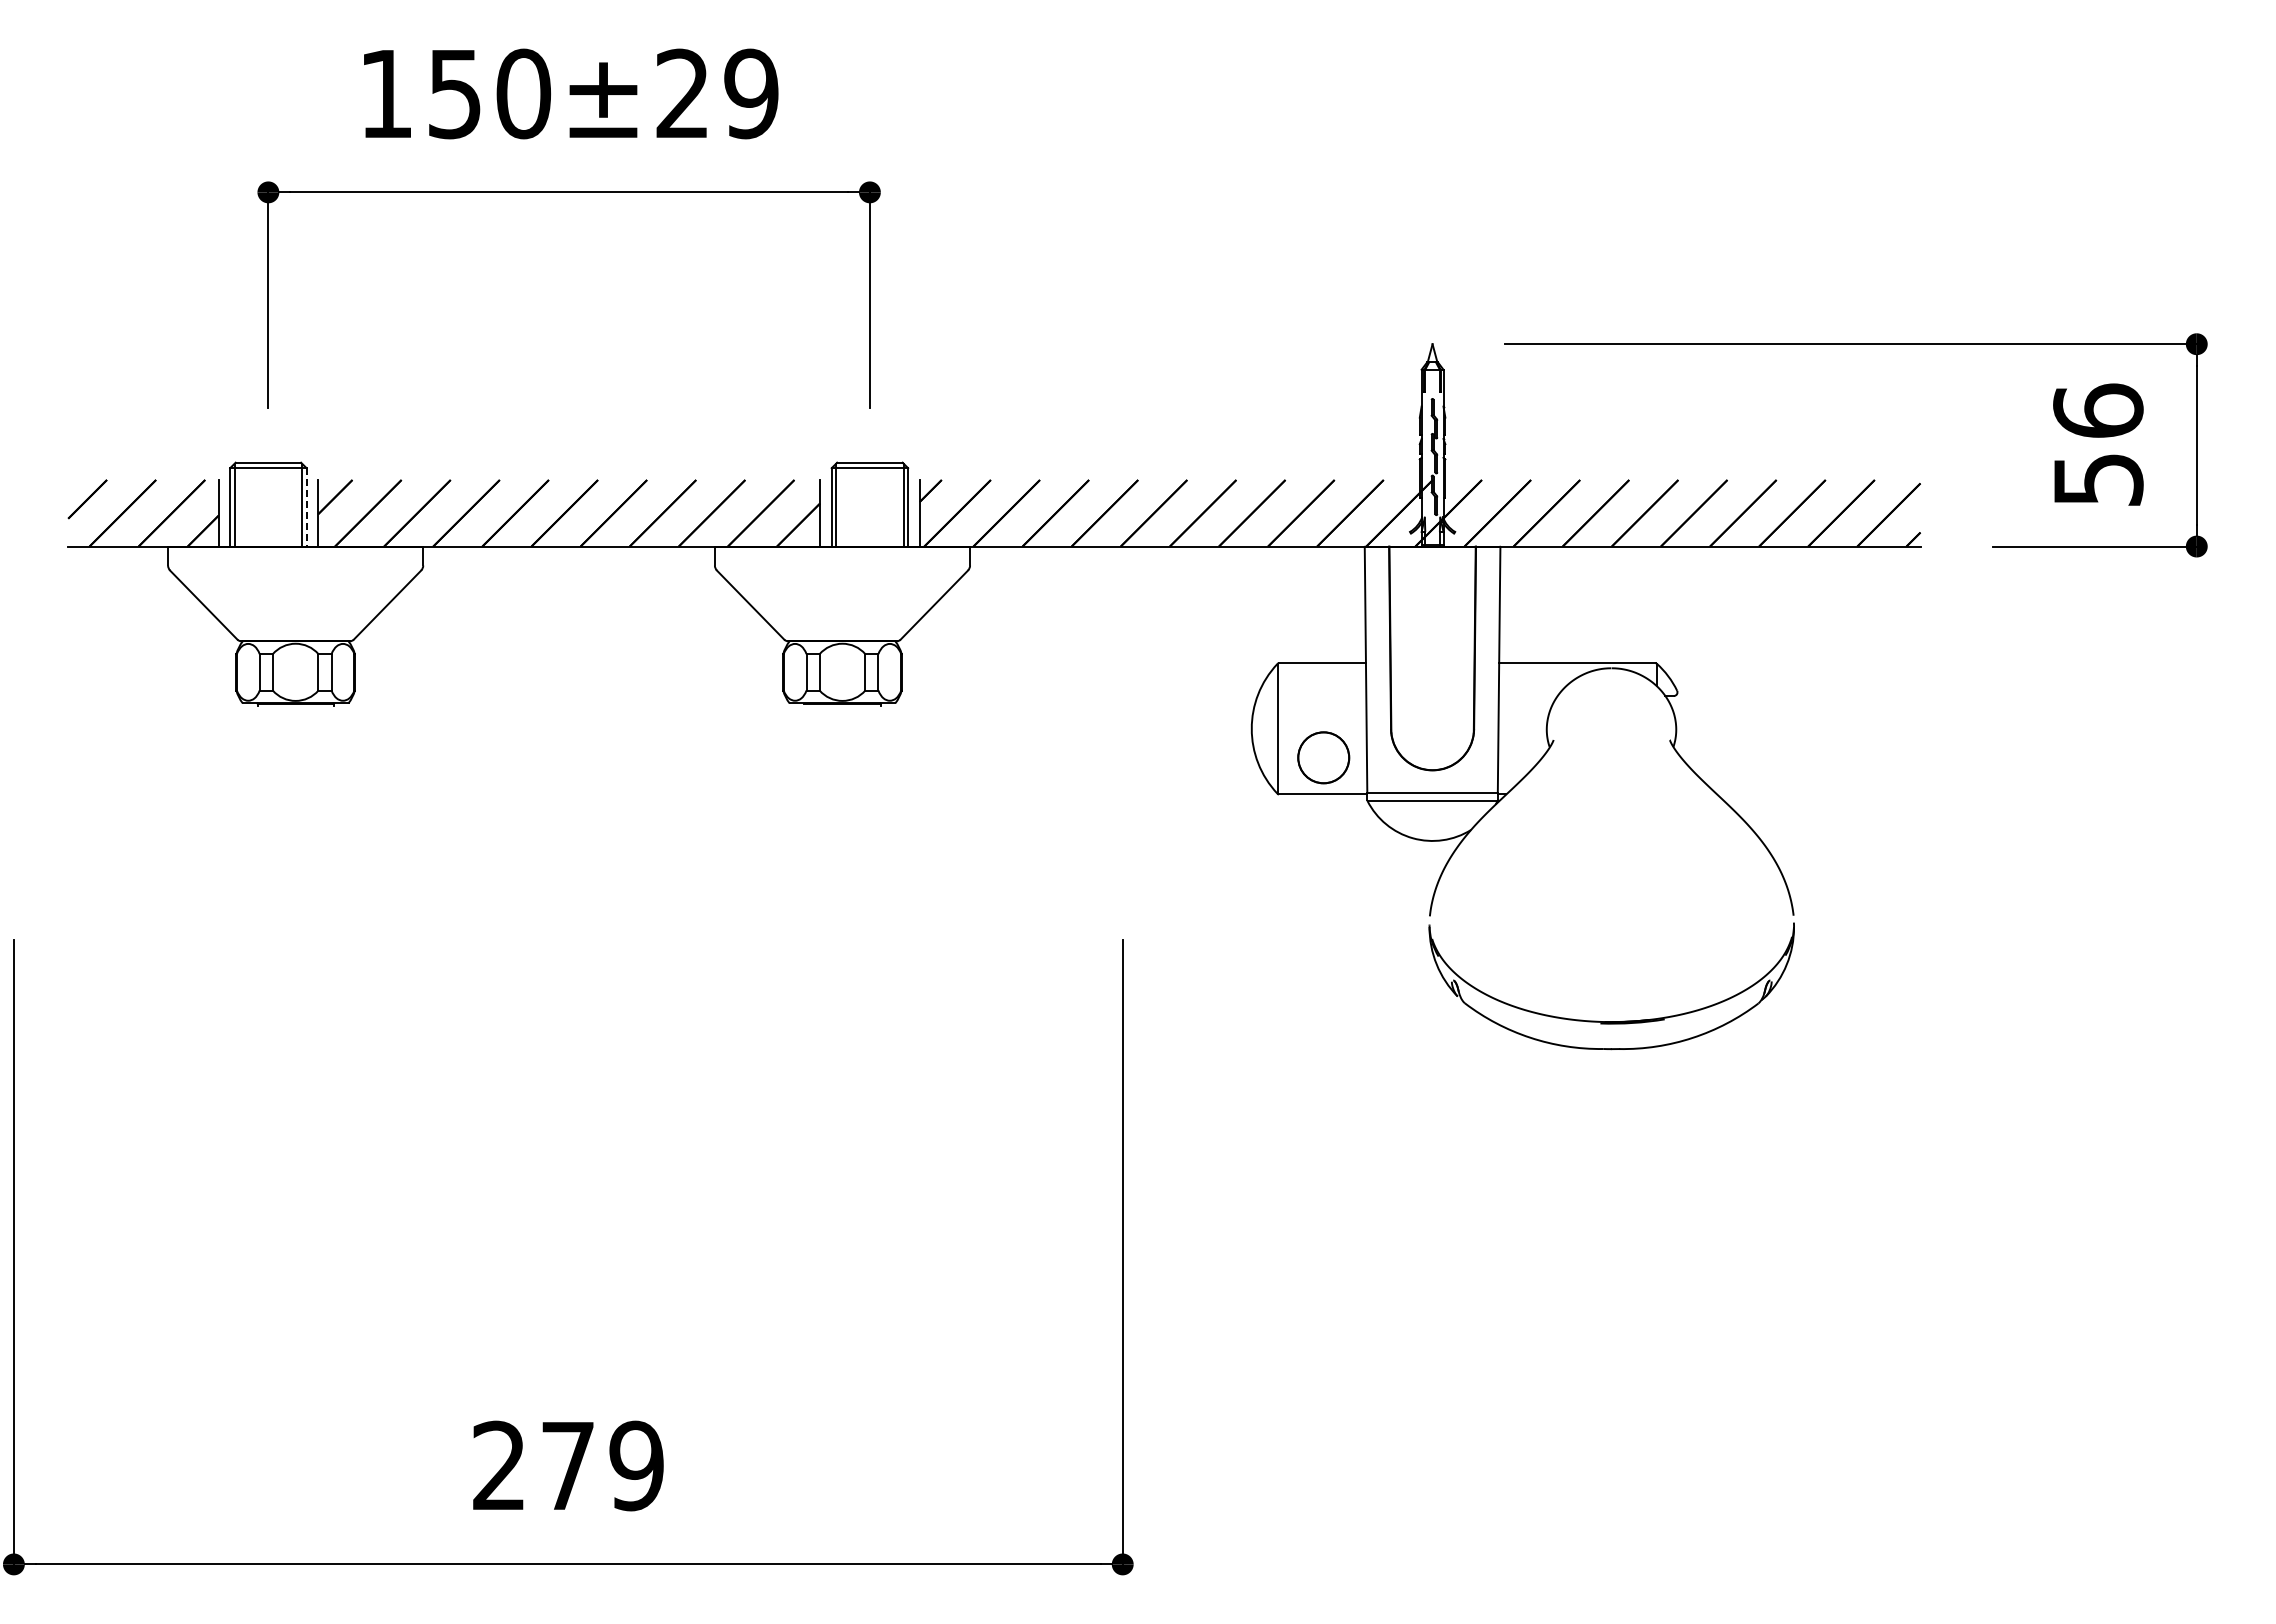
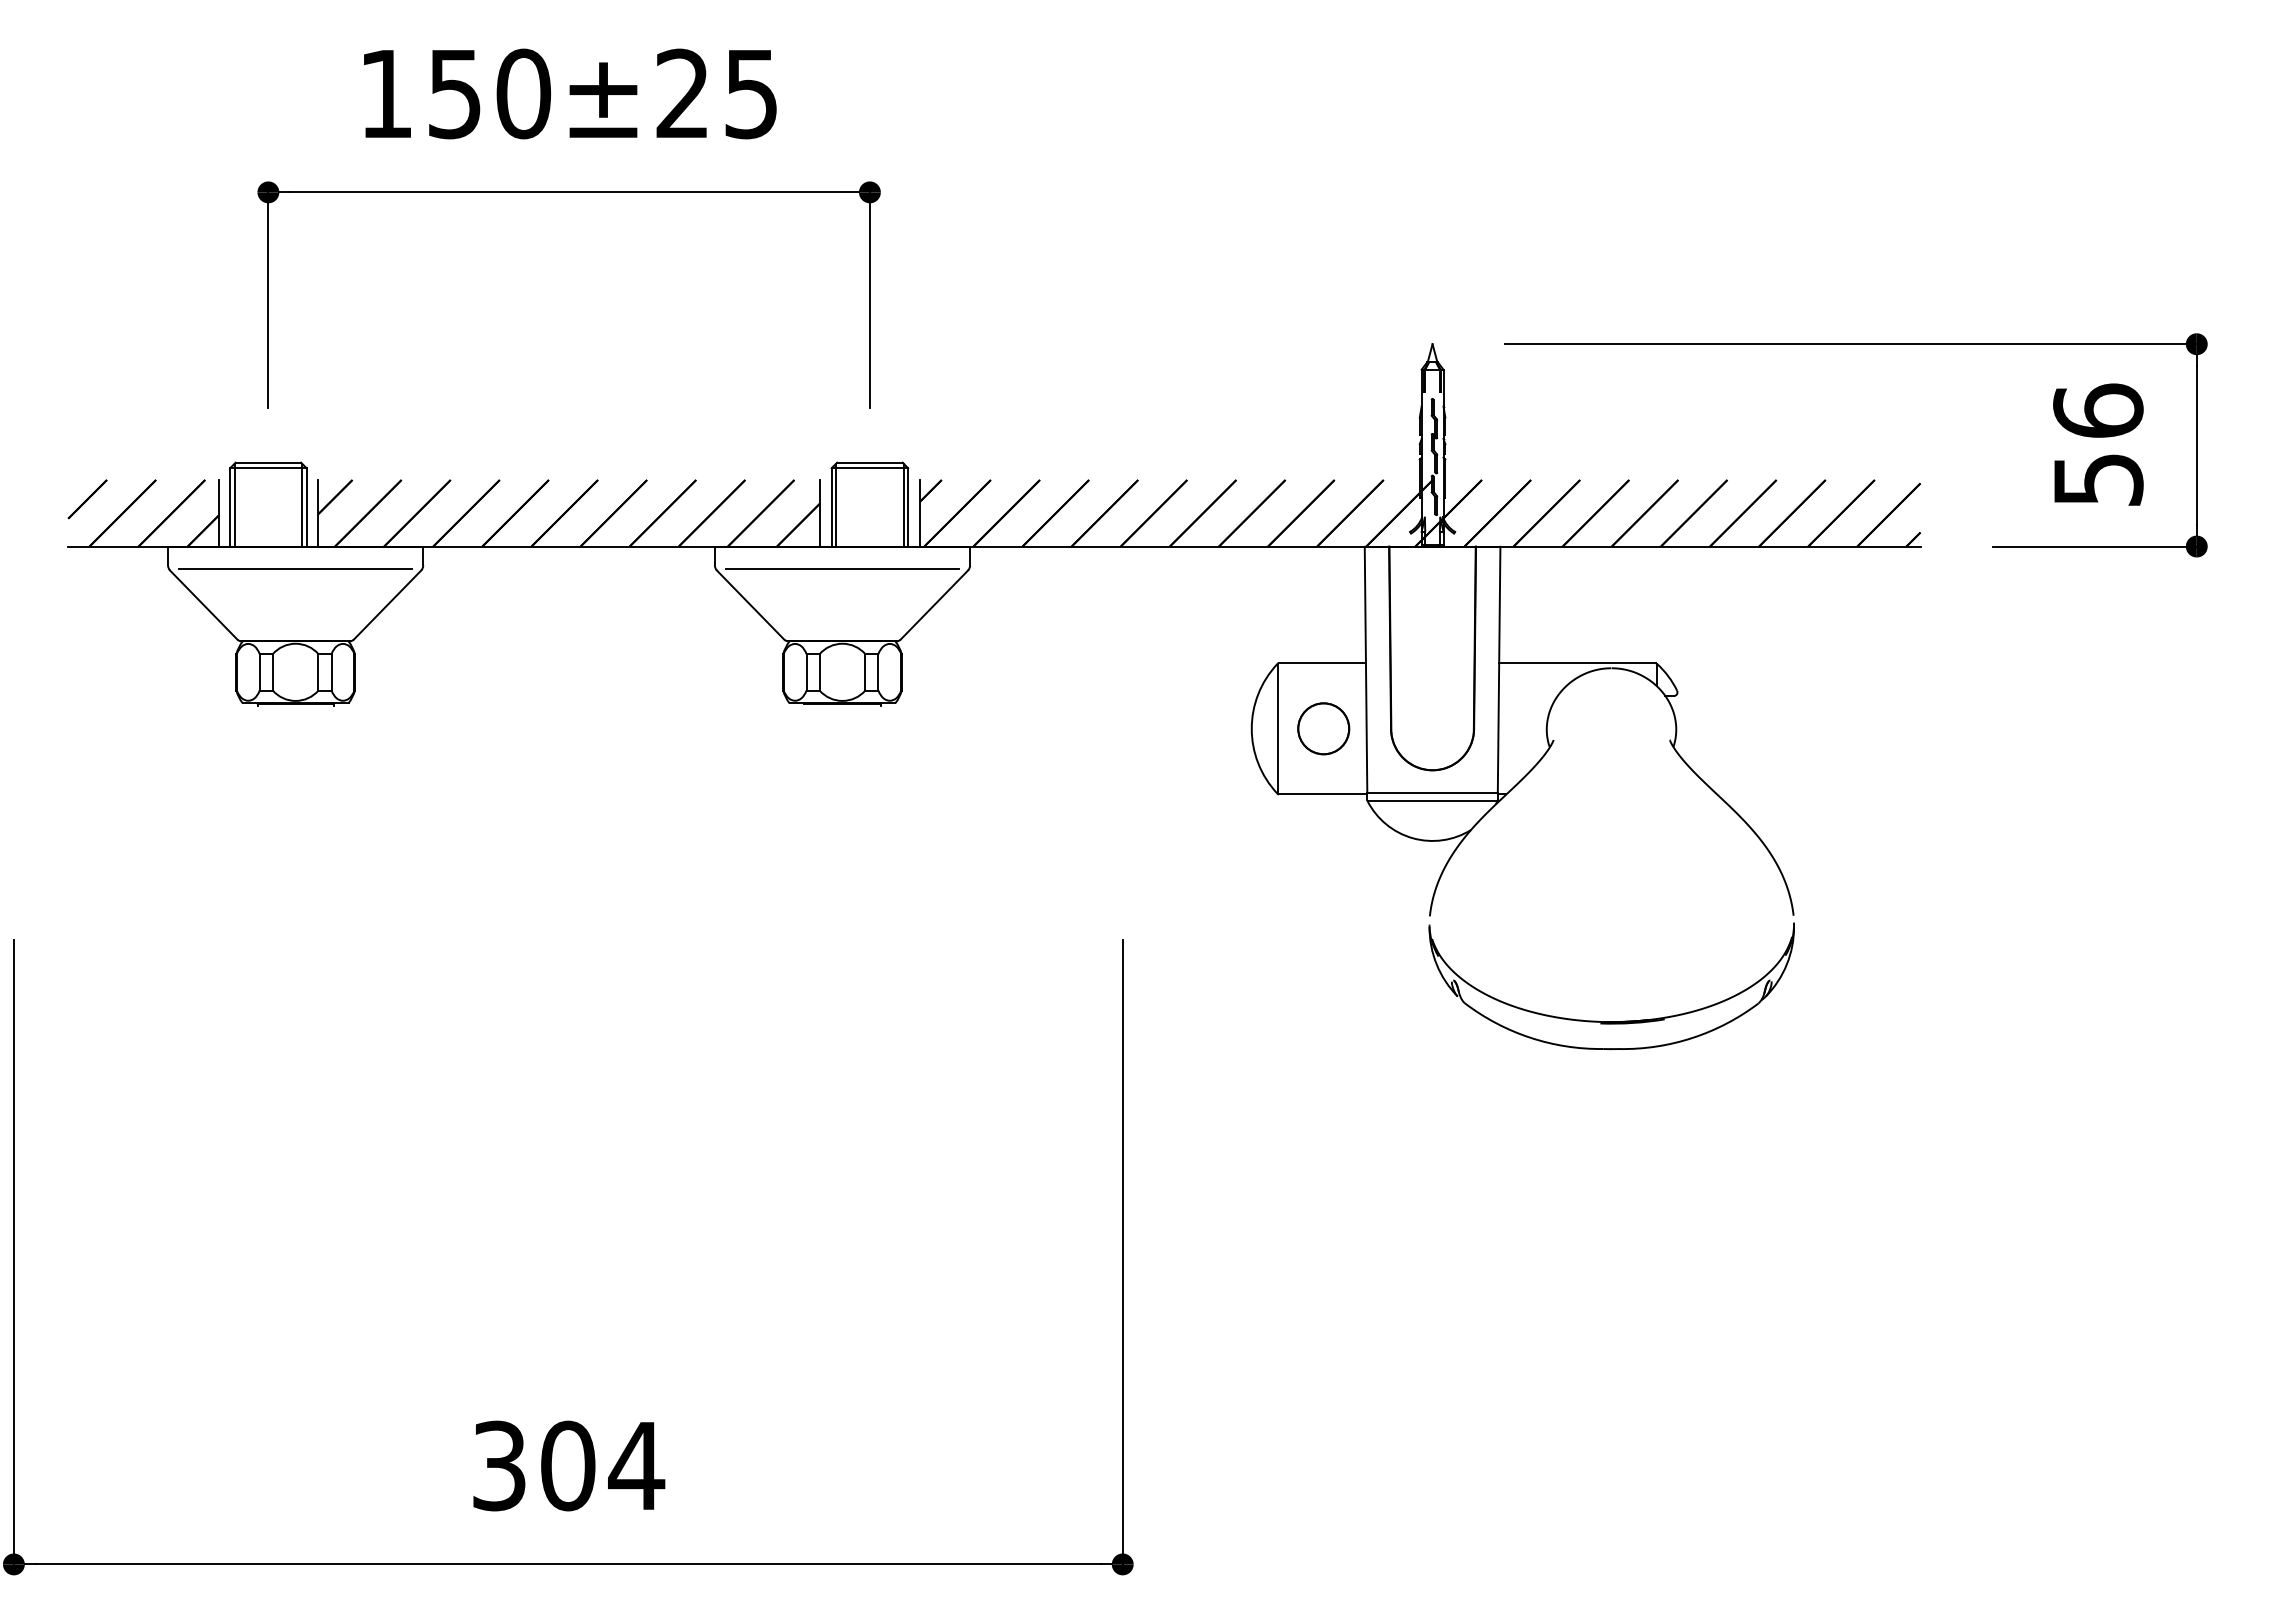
text at (751, 93): 150±29 -> 150±25
line at (306, 507): dashed -> solid
line at (295, 568): none -> present
line at (842, 568): none -> present
circle at (1323, 757) position: (1323, 757) -> (1323, 728)
text at (569, 1465): 279 -> 304
